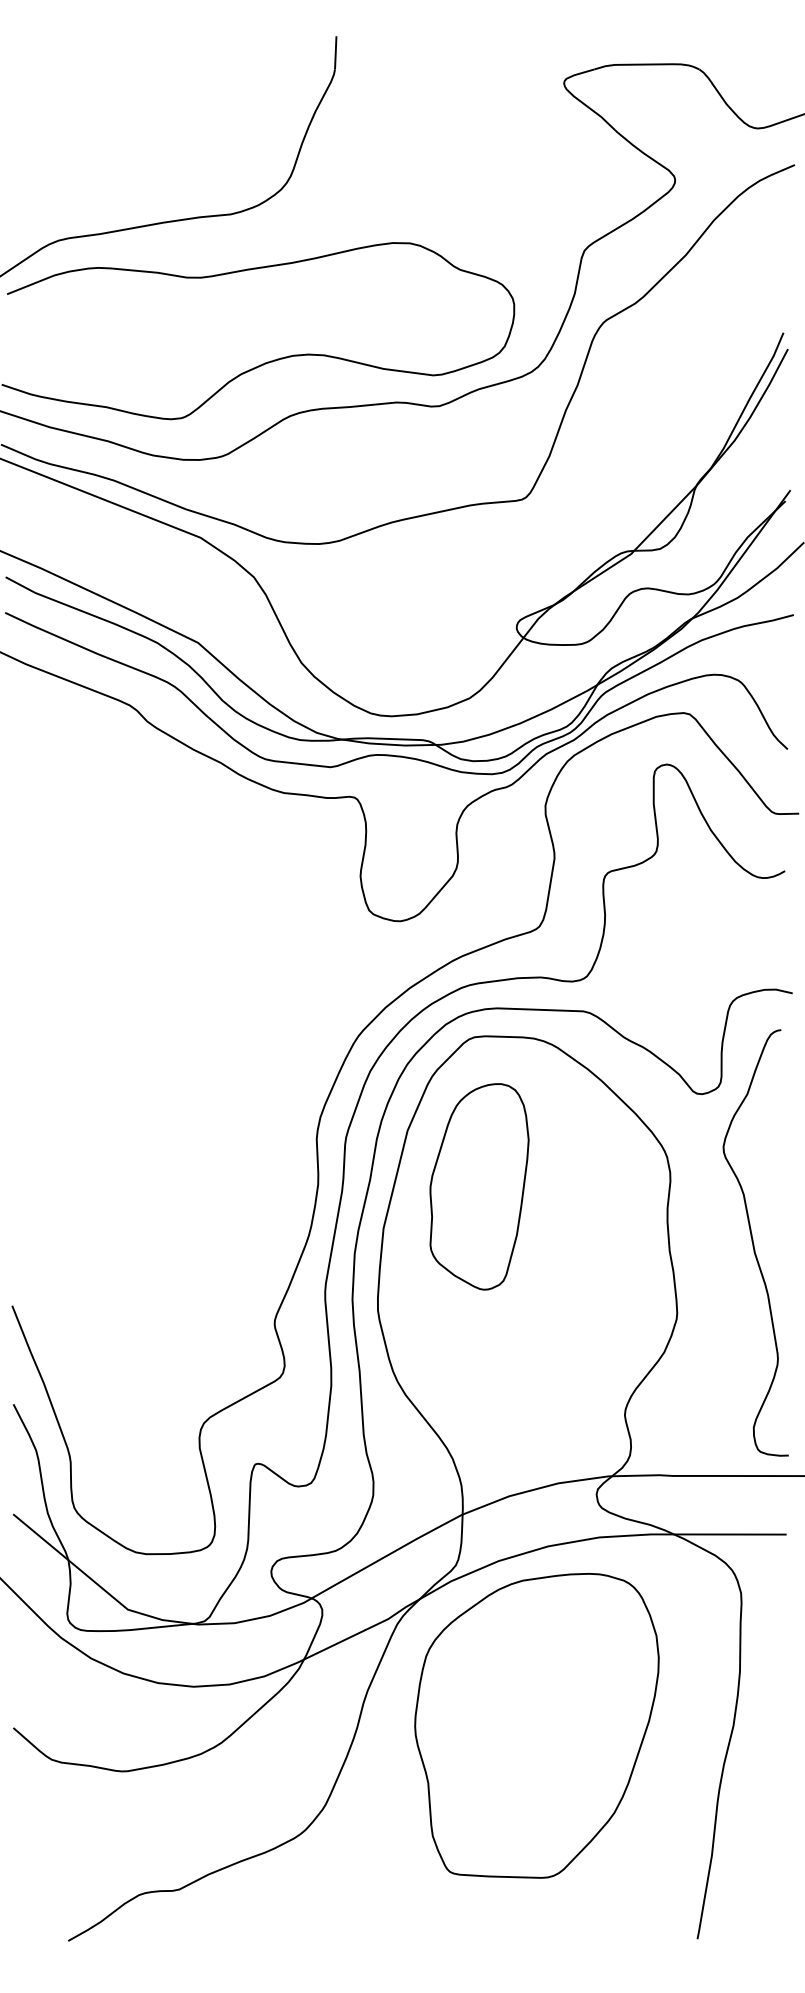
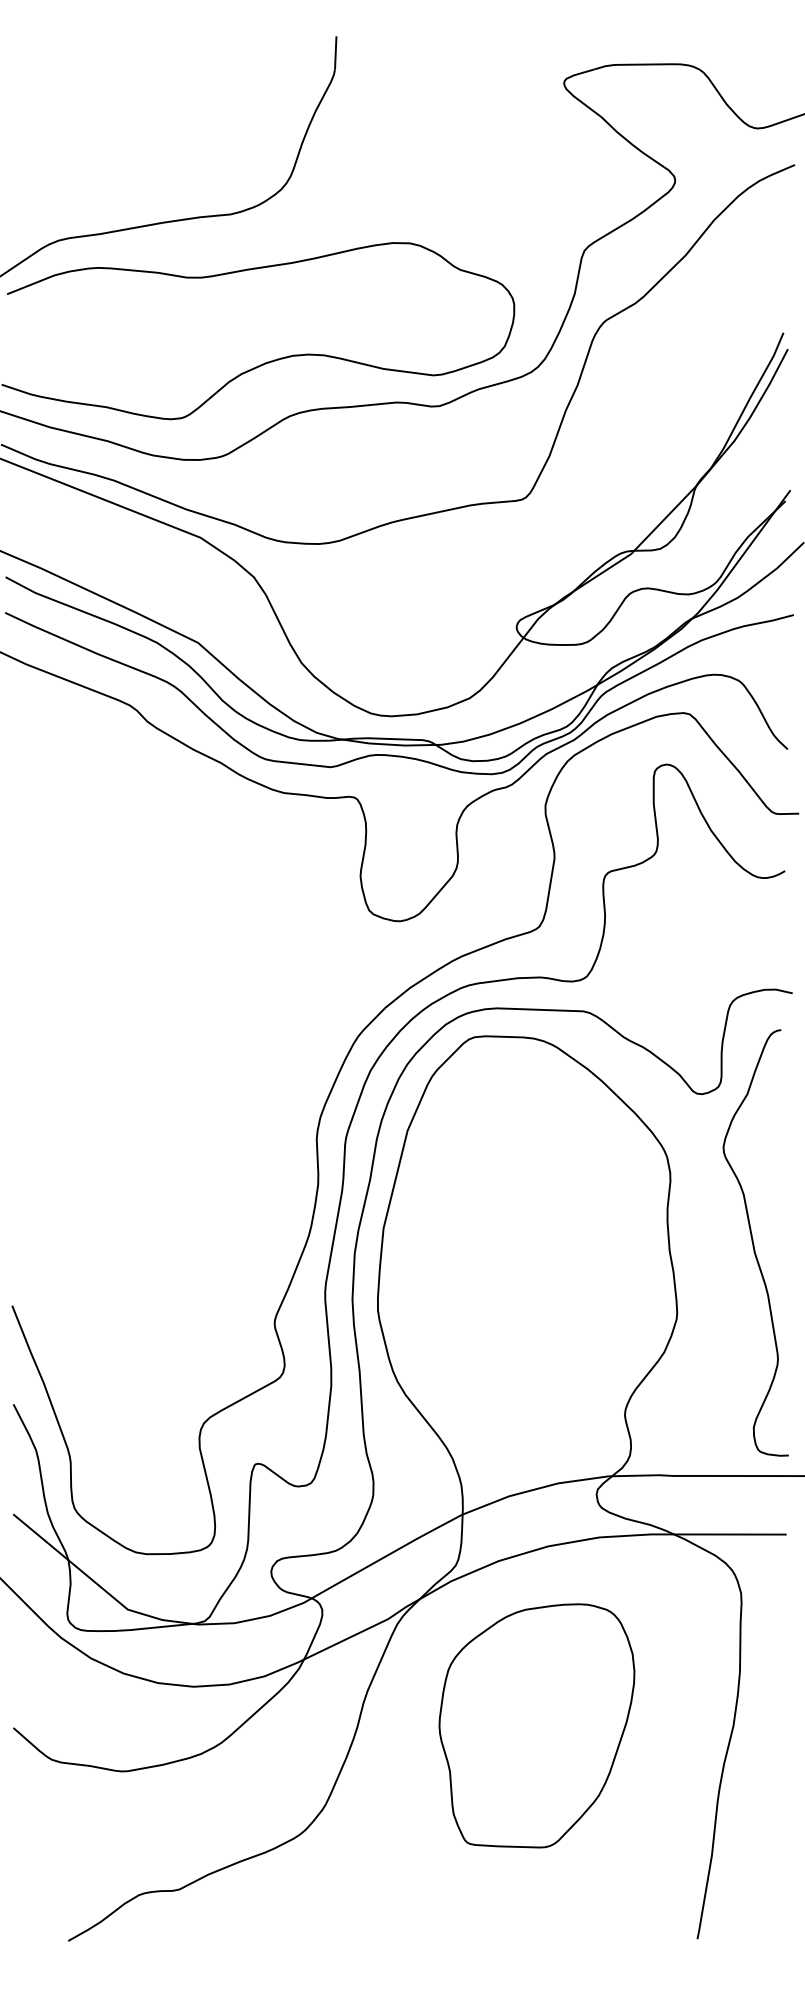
part at (479, 1186): present -> none
part at (536, 1725) size: 246x306 px -> 198x246 px
